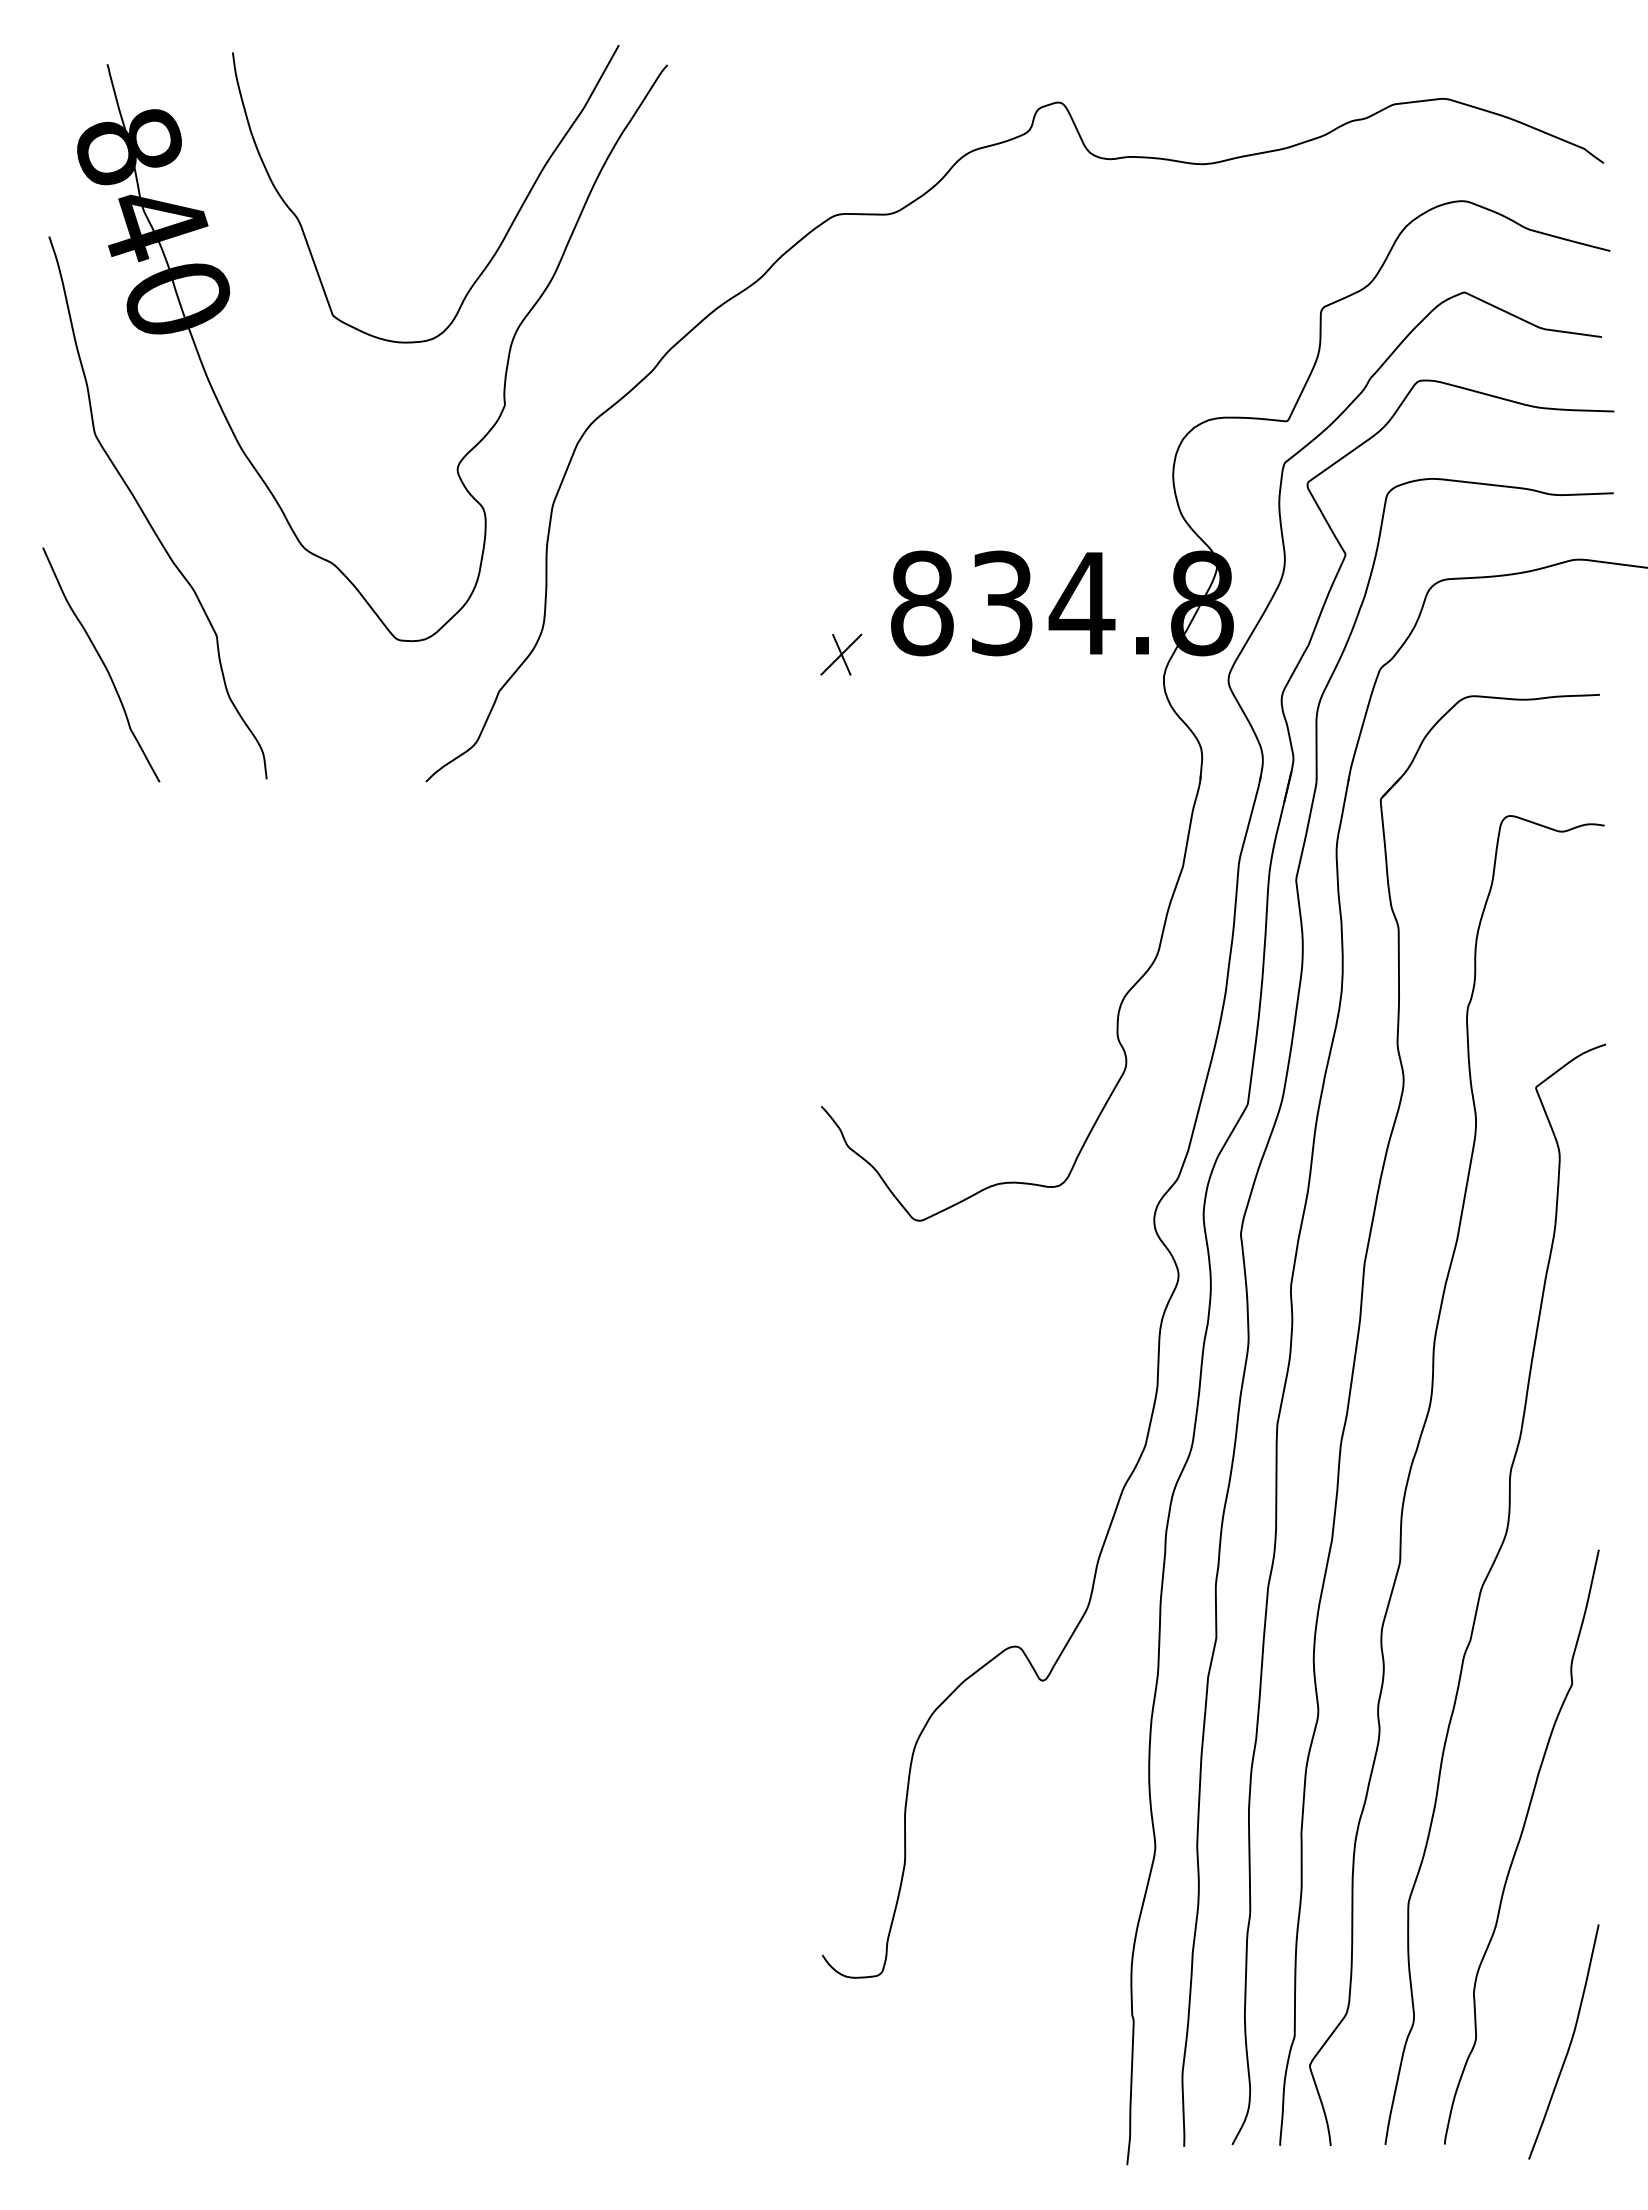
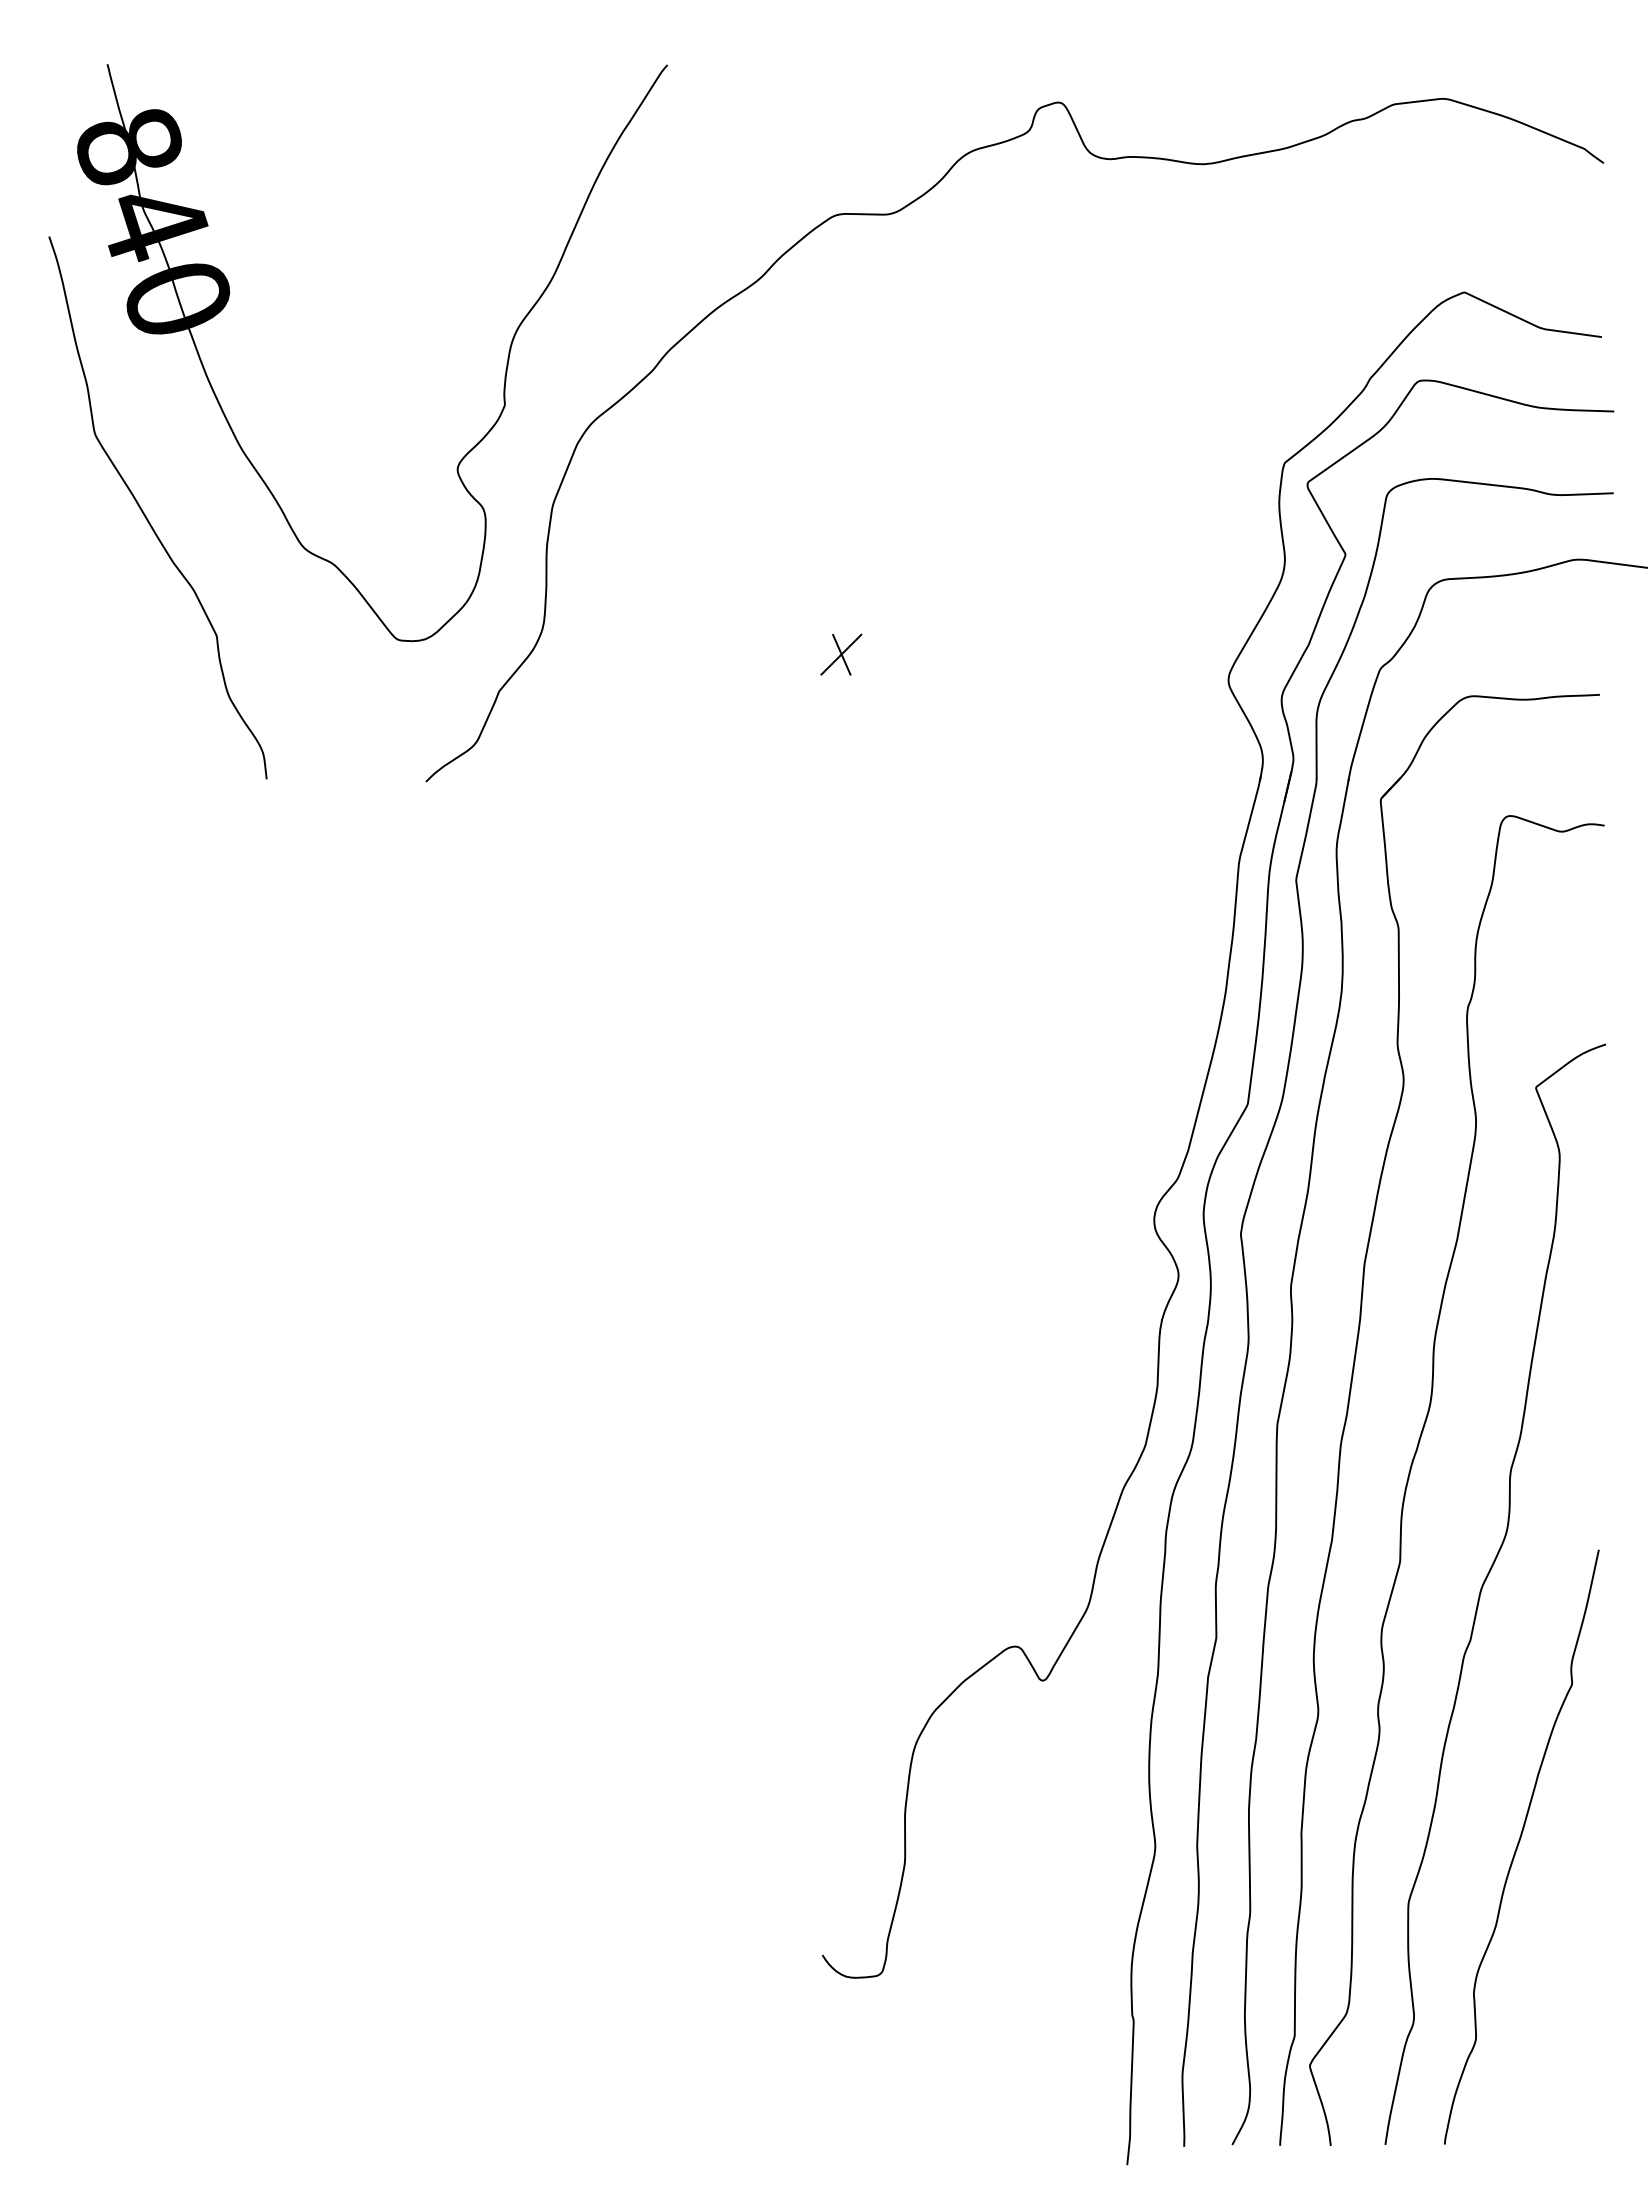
curve at (504, 235): present -> none
curve at (102, 663): present -> none
part at (1192, 730): present -> none
curve at (1569, 2043): present -> none
